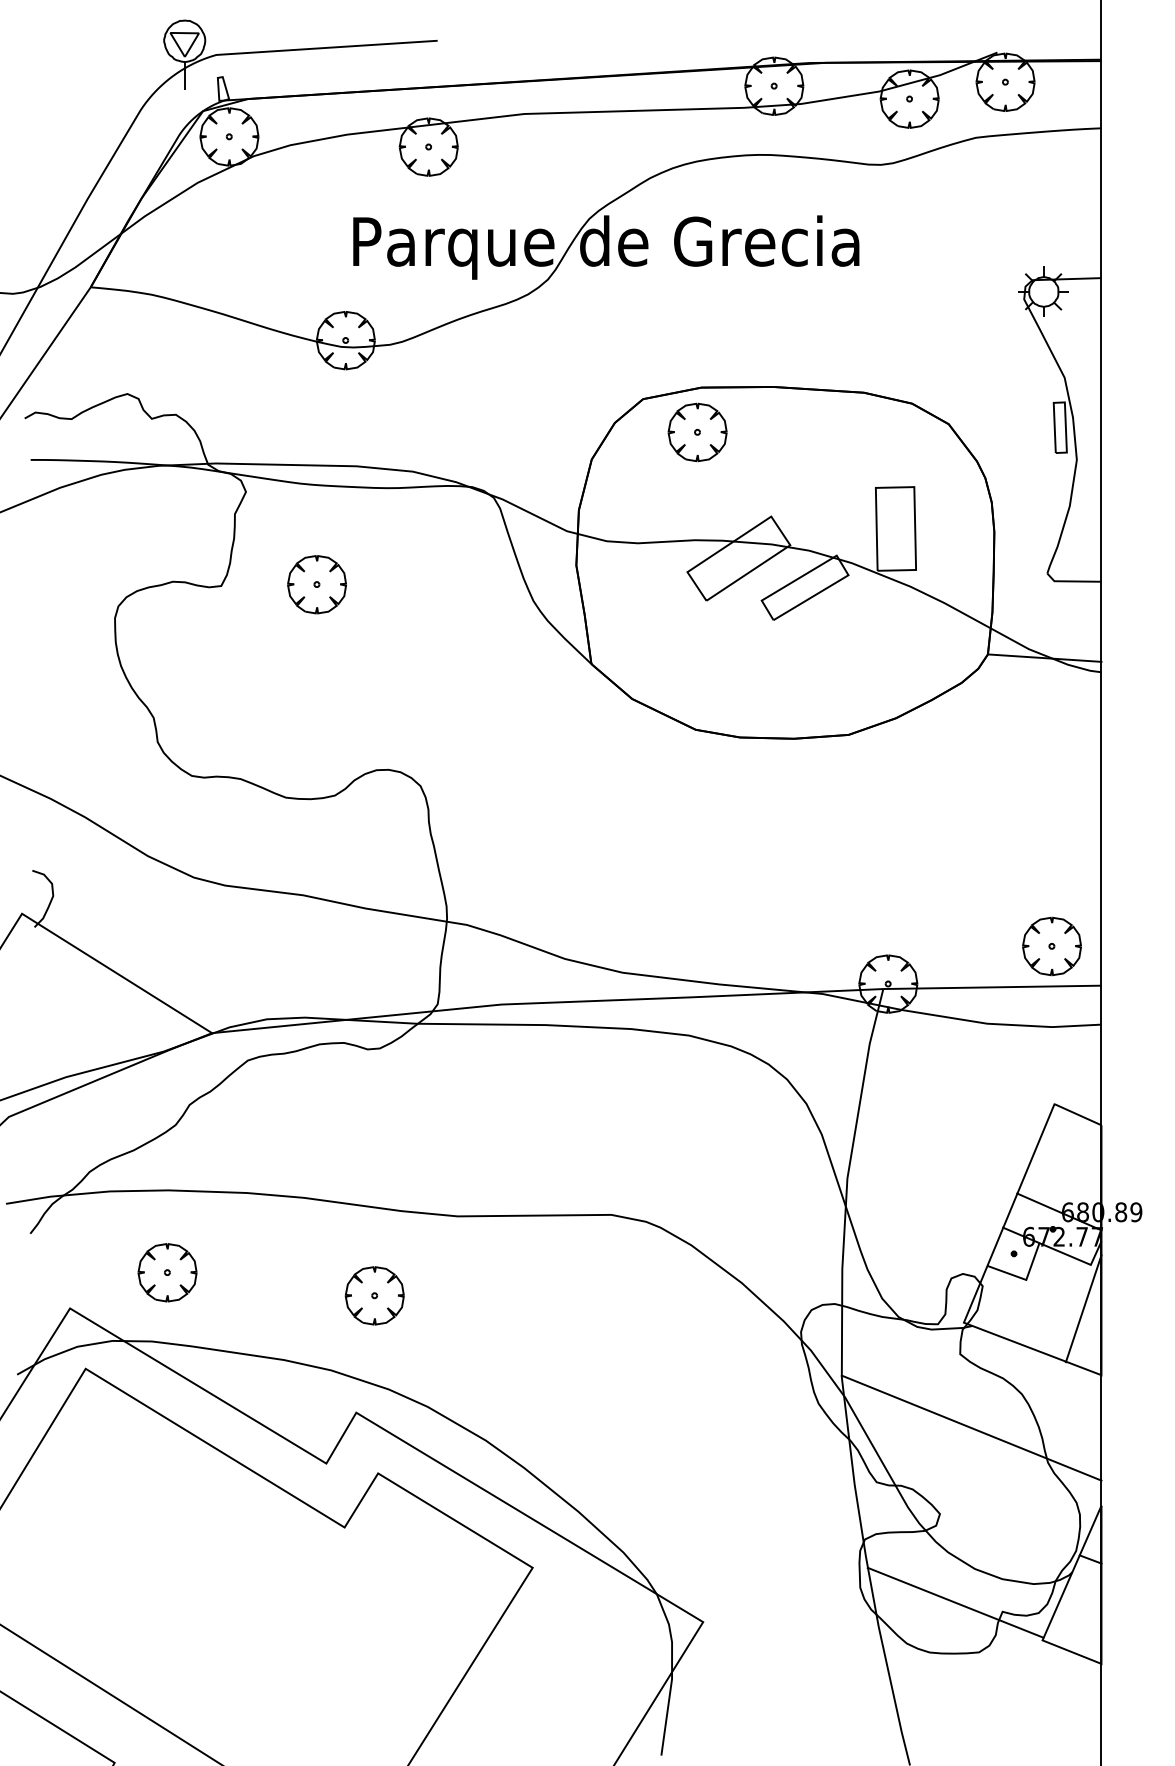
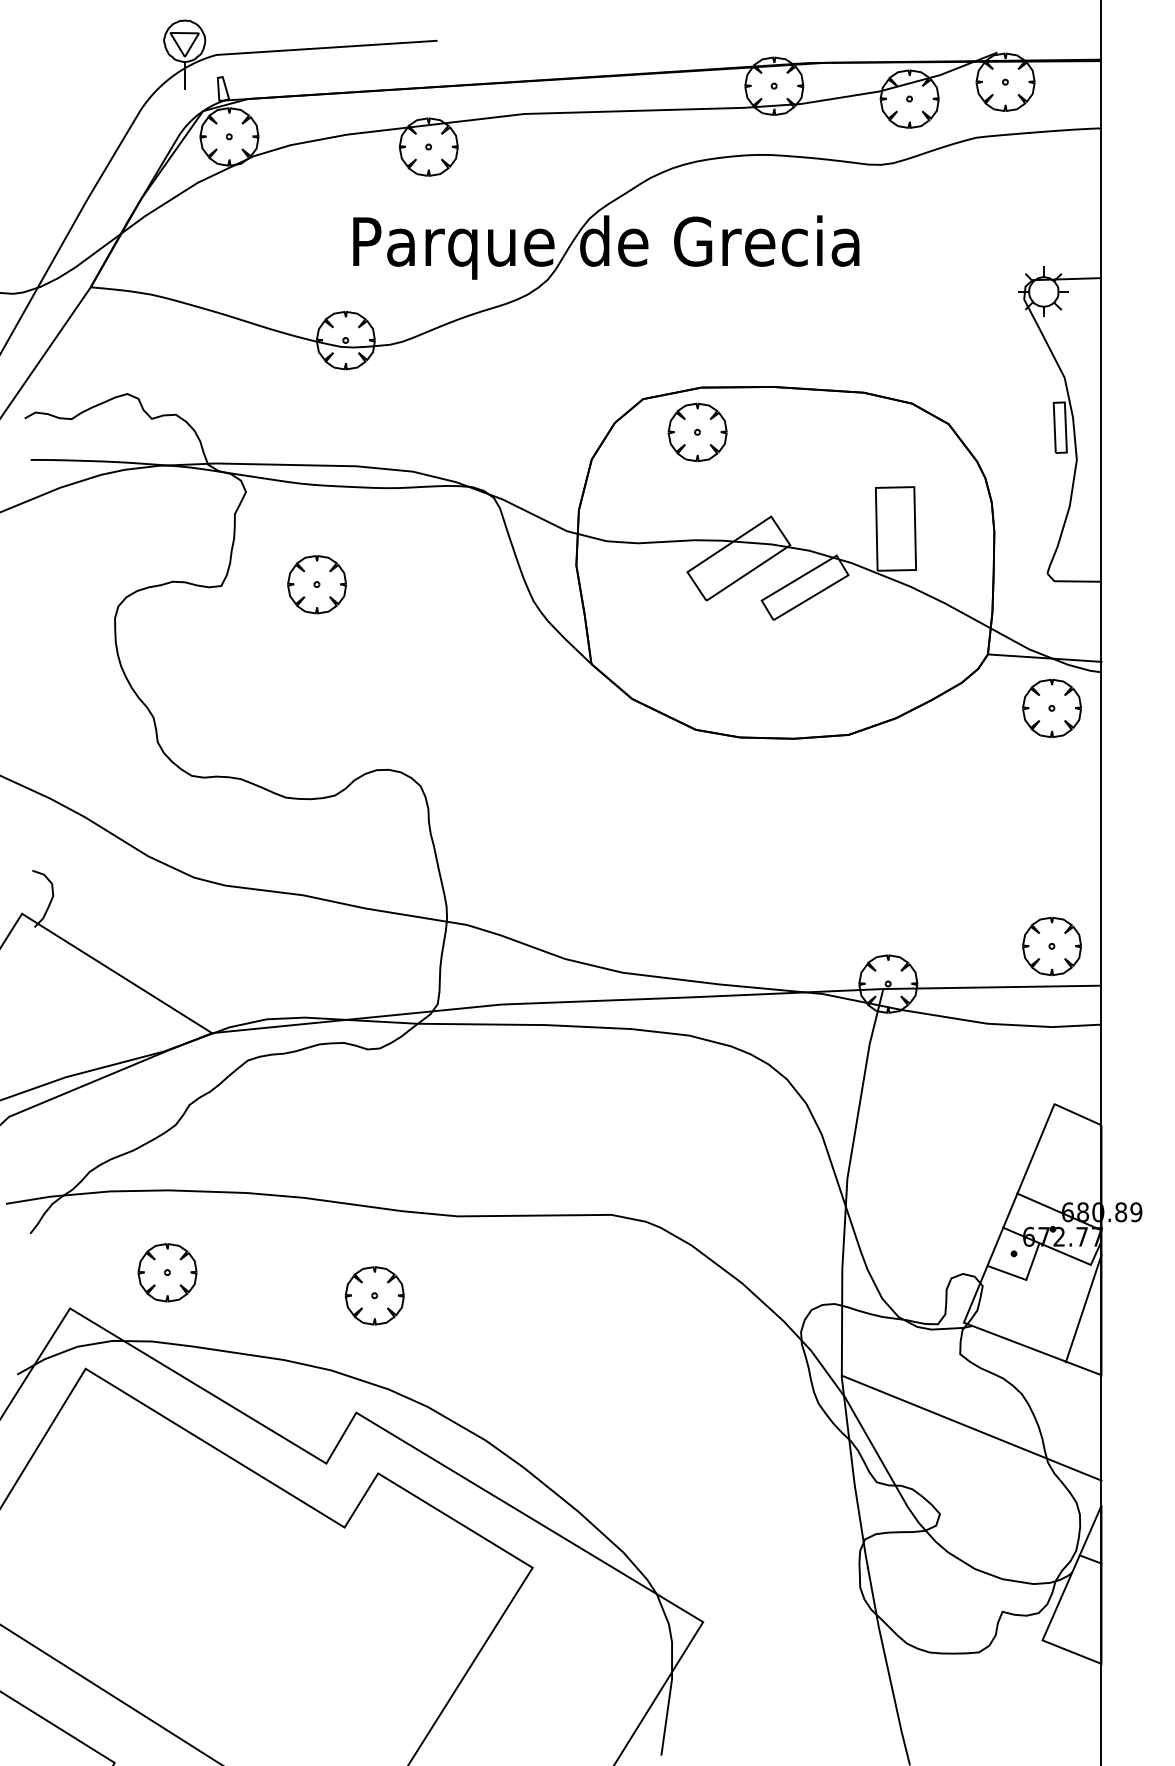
part at (1051, 708): none -> present
line at (955, 1602): present -> none
